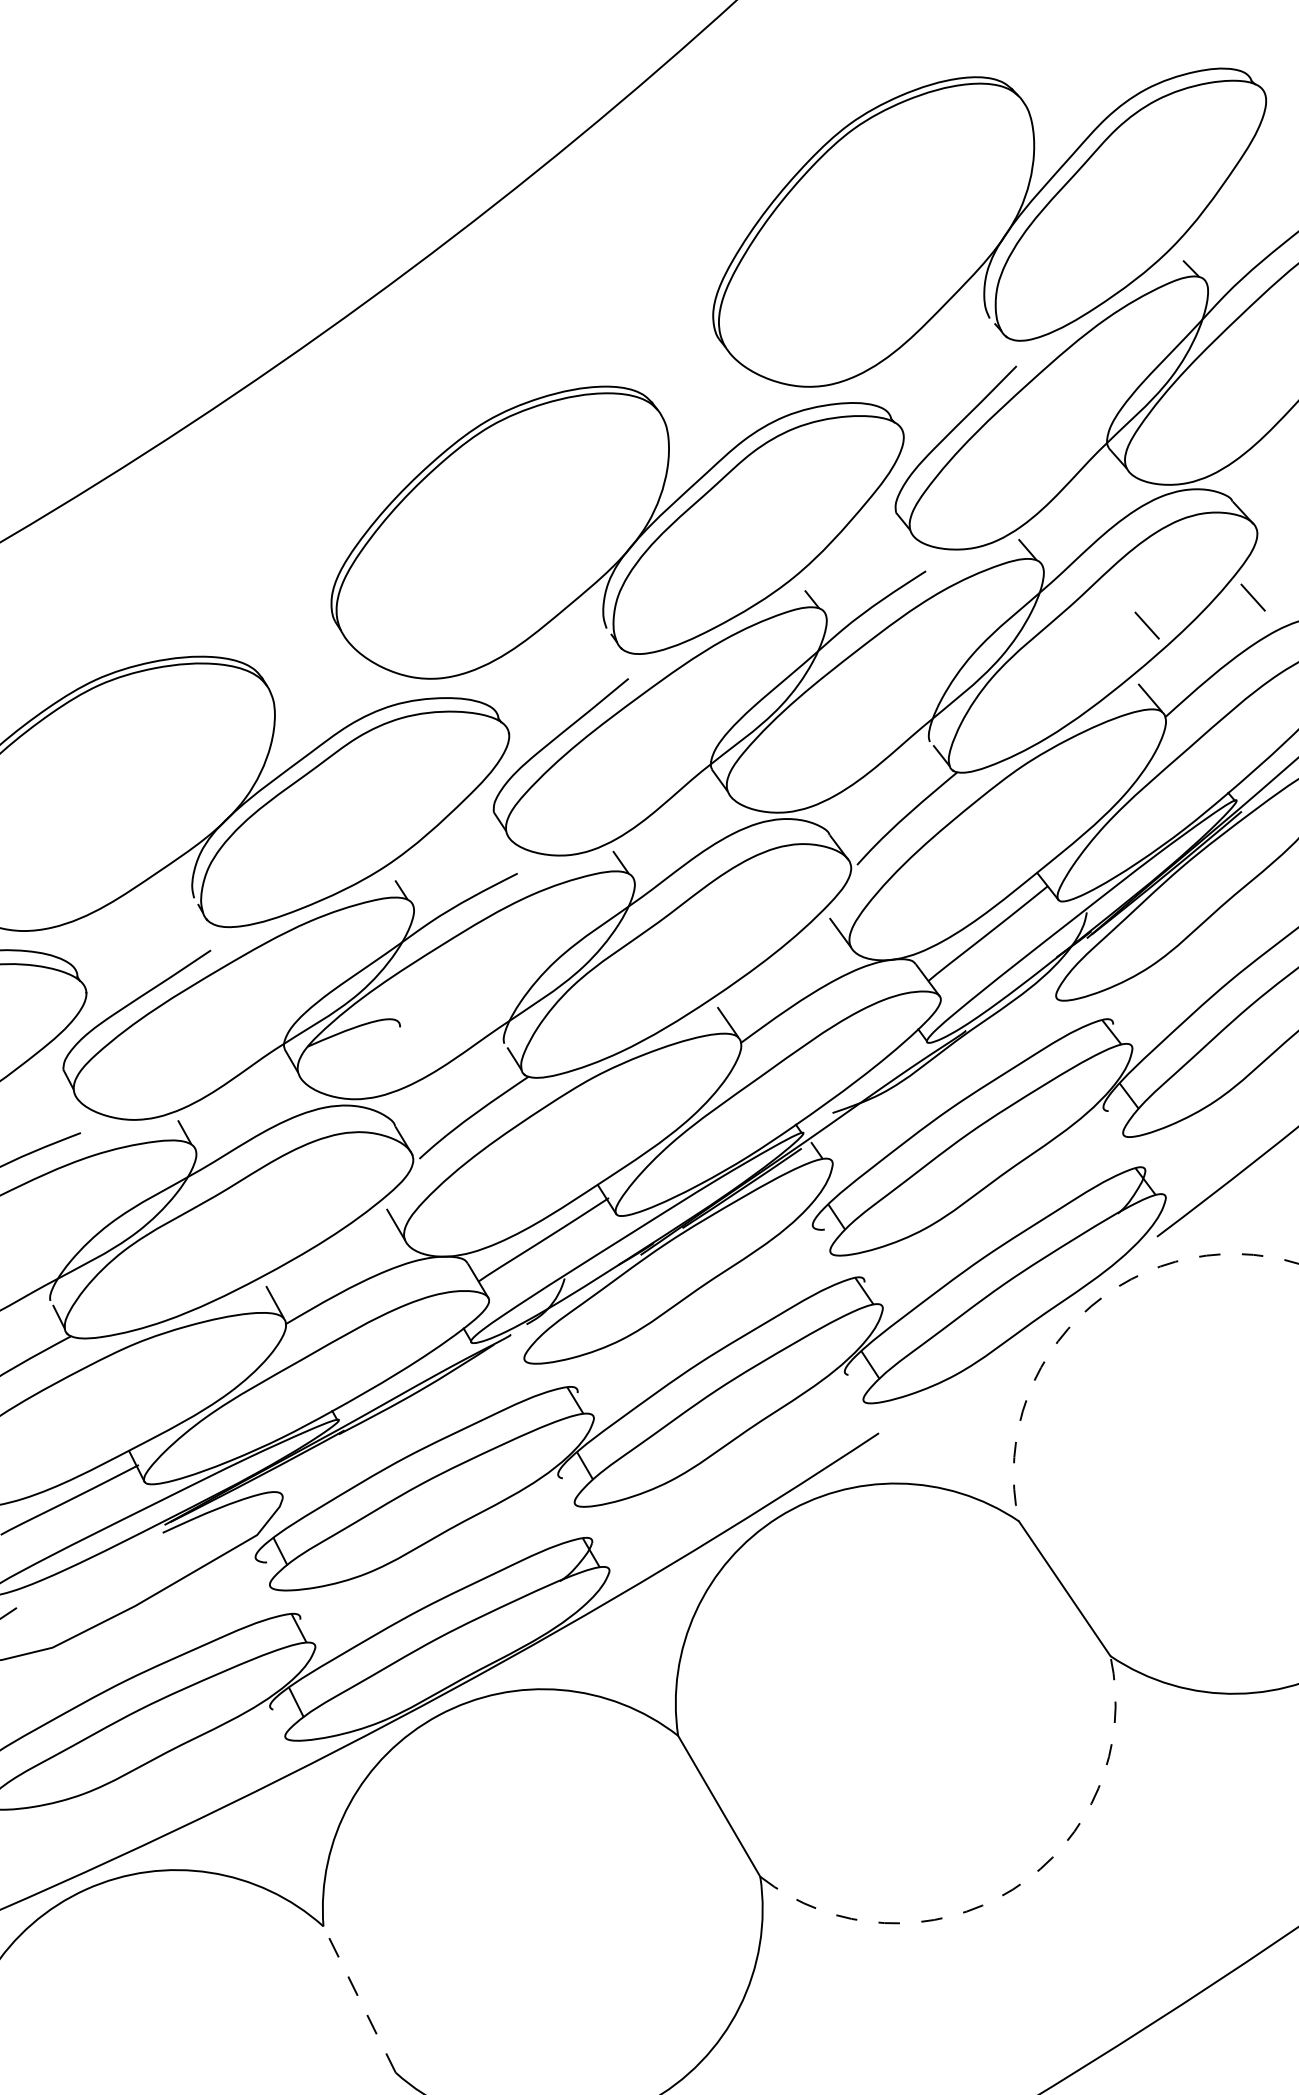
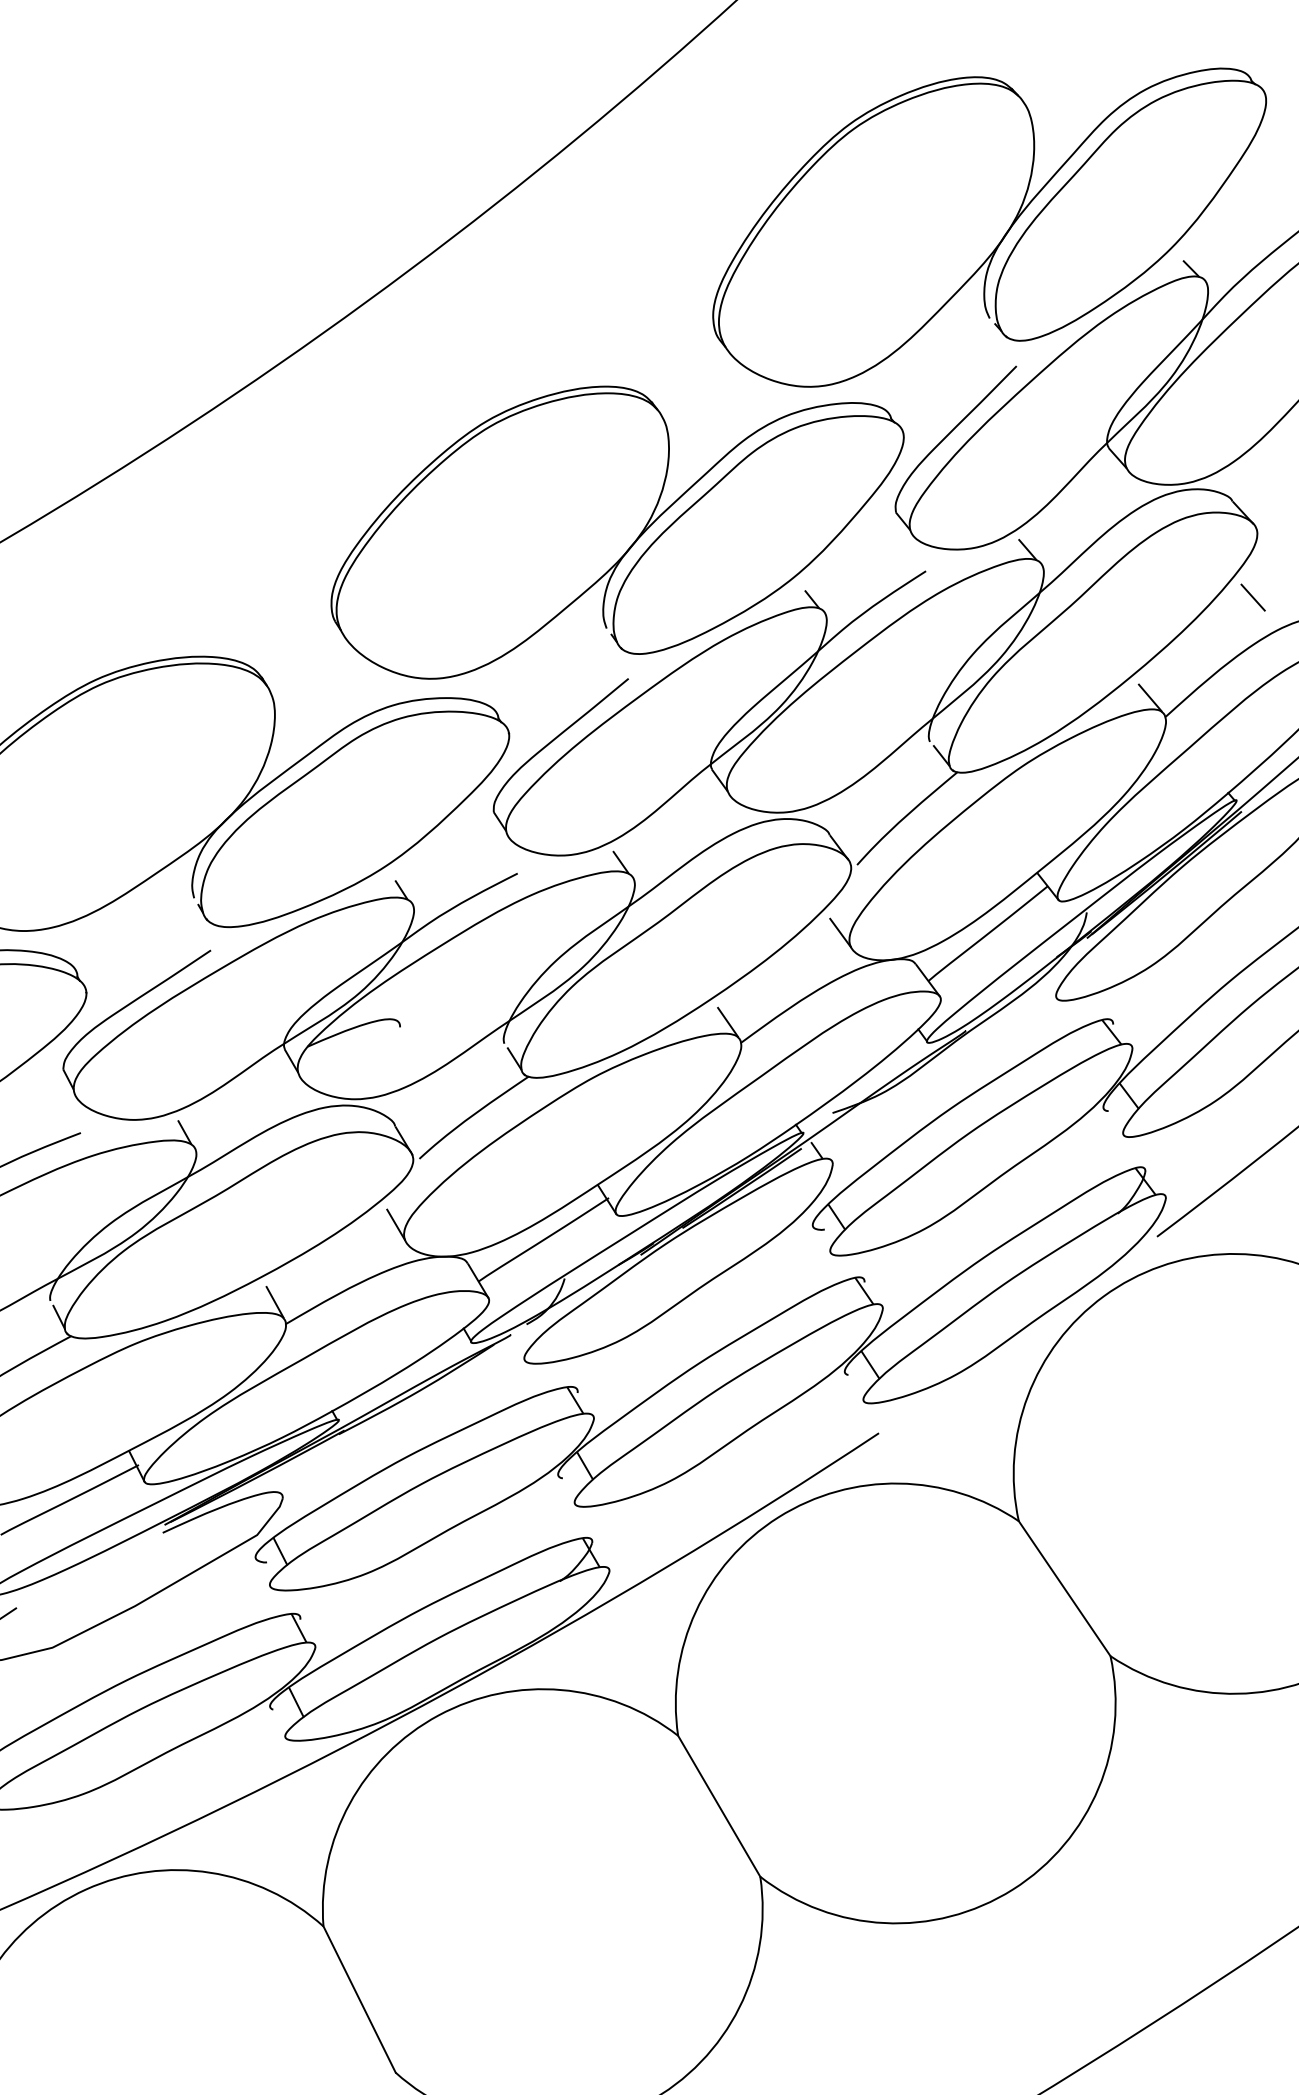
line at (1146, 625): present -> none
arc at (1084, 1312): dashed -> solid
arc at (1012, 1889): dashed -> solid
line at (359, 1999): dashed -> solid
